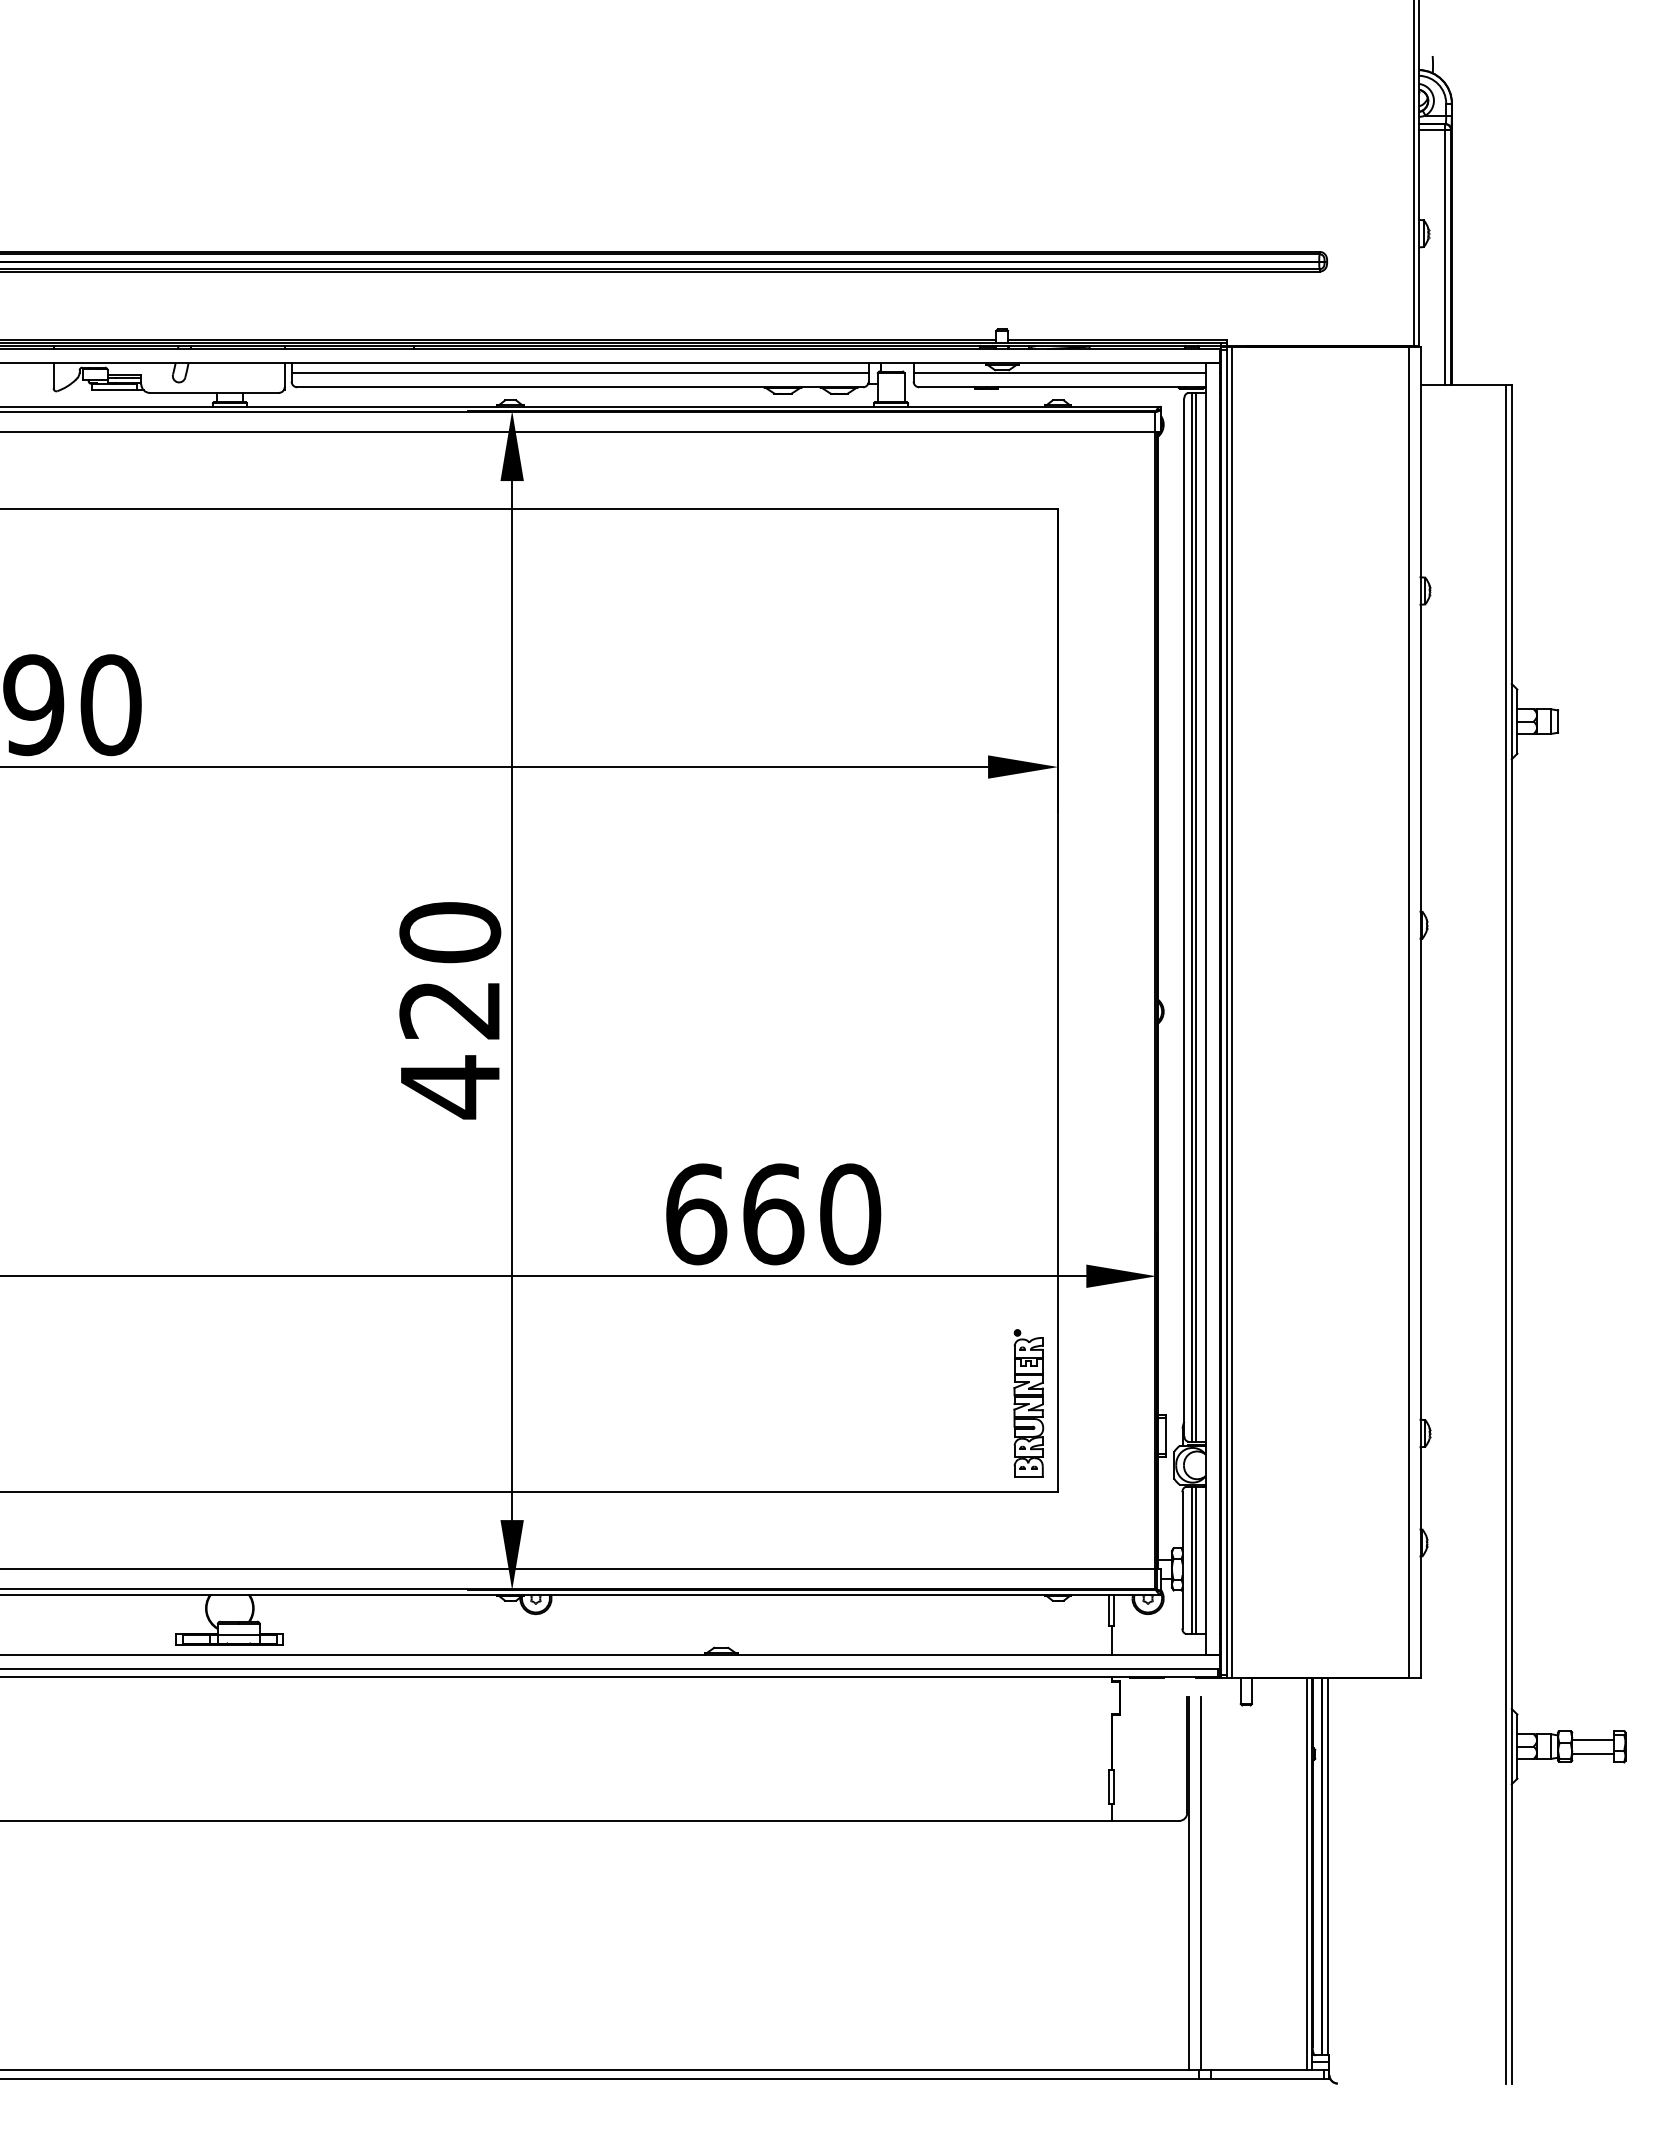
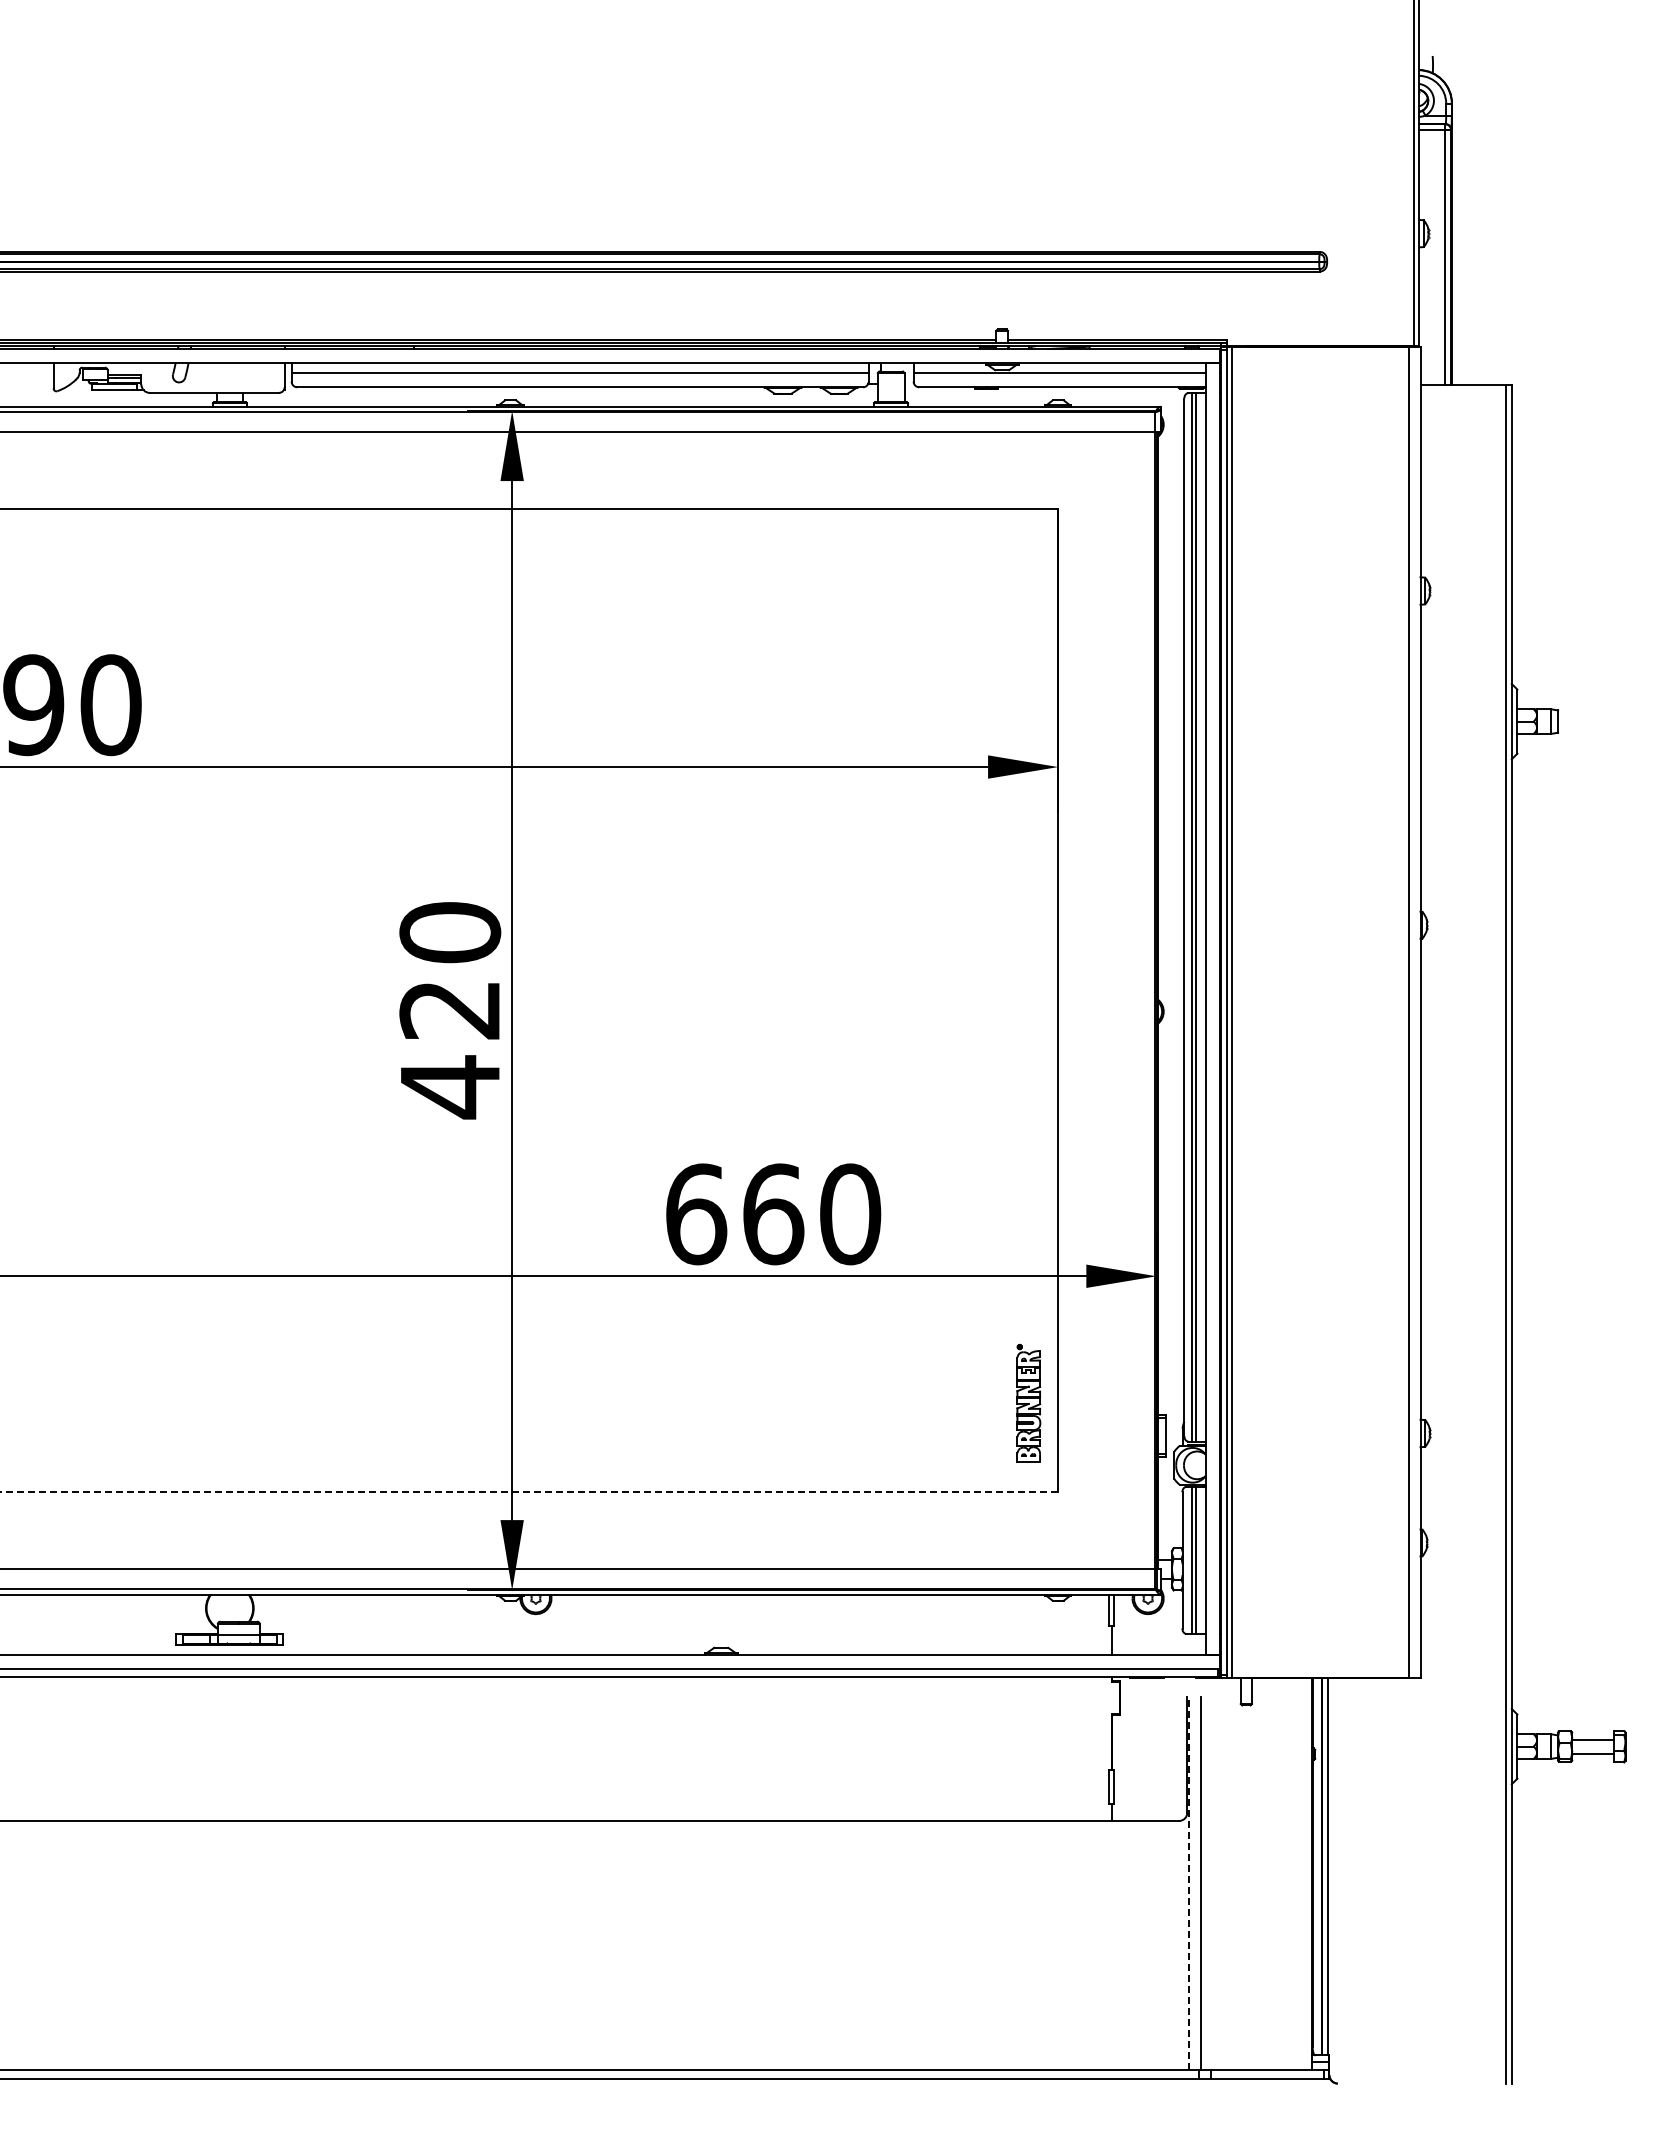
part at (1028, 1403) size: 32x149 px -> 26x119 px
line at (529, 1492): solid -> dashed
line at (1307, 1873): present -> none
line at (1188, 1883): solid -> dashed
